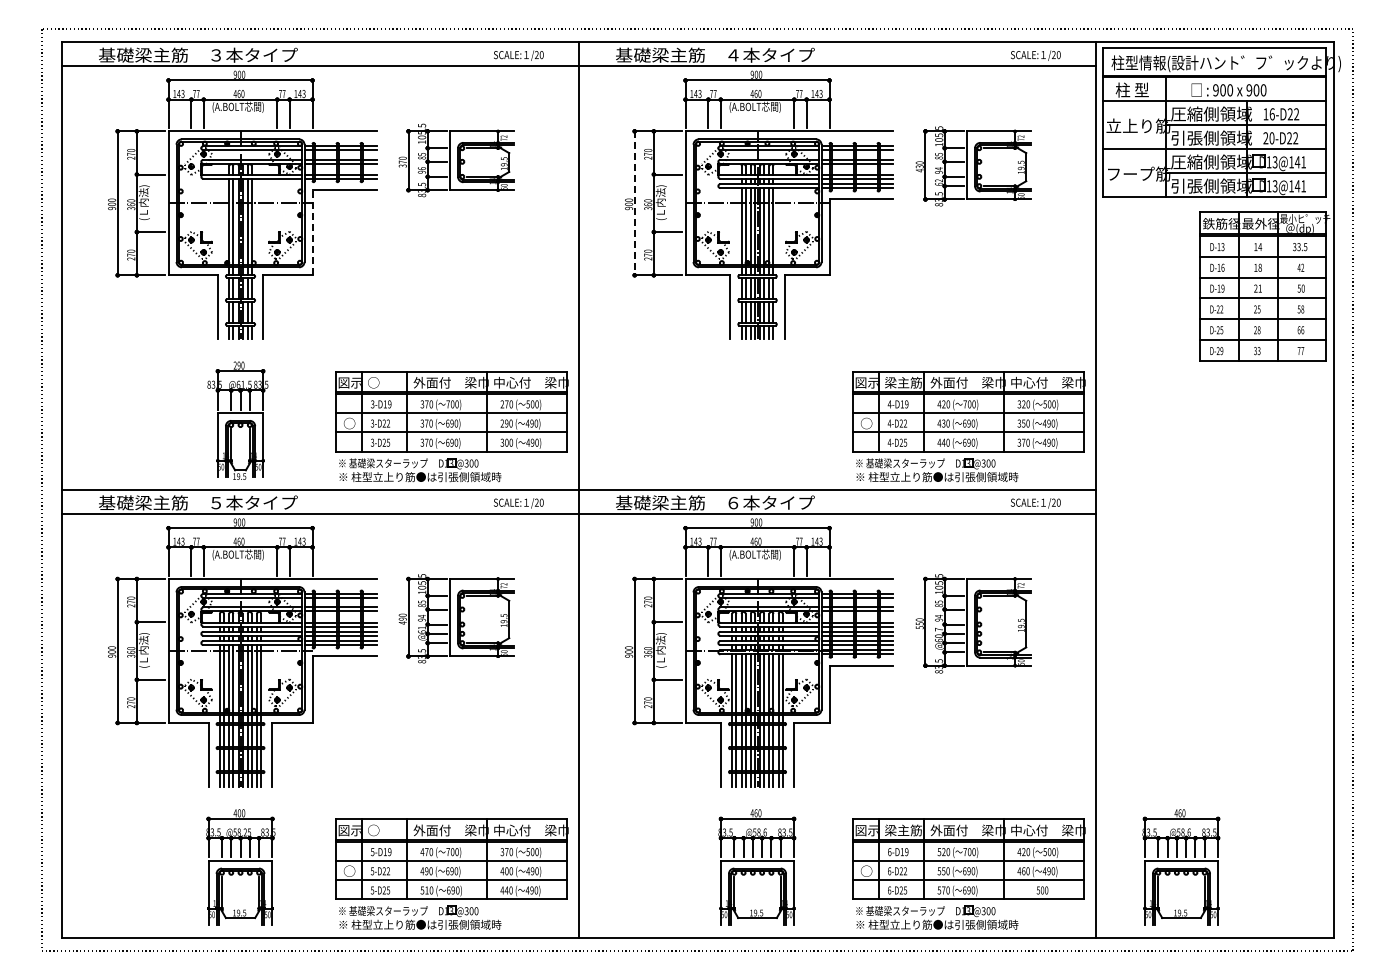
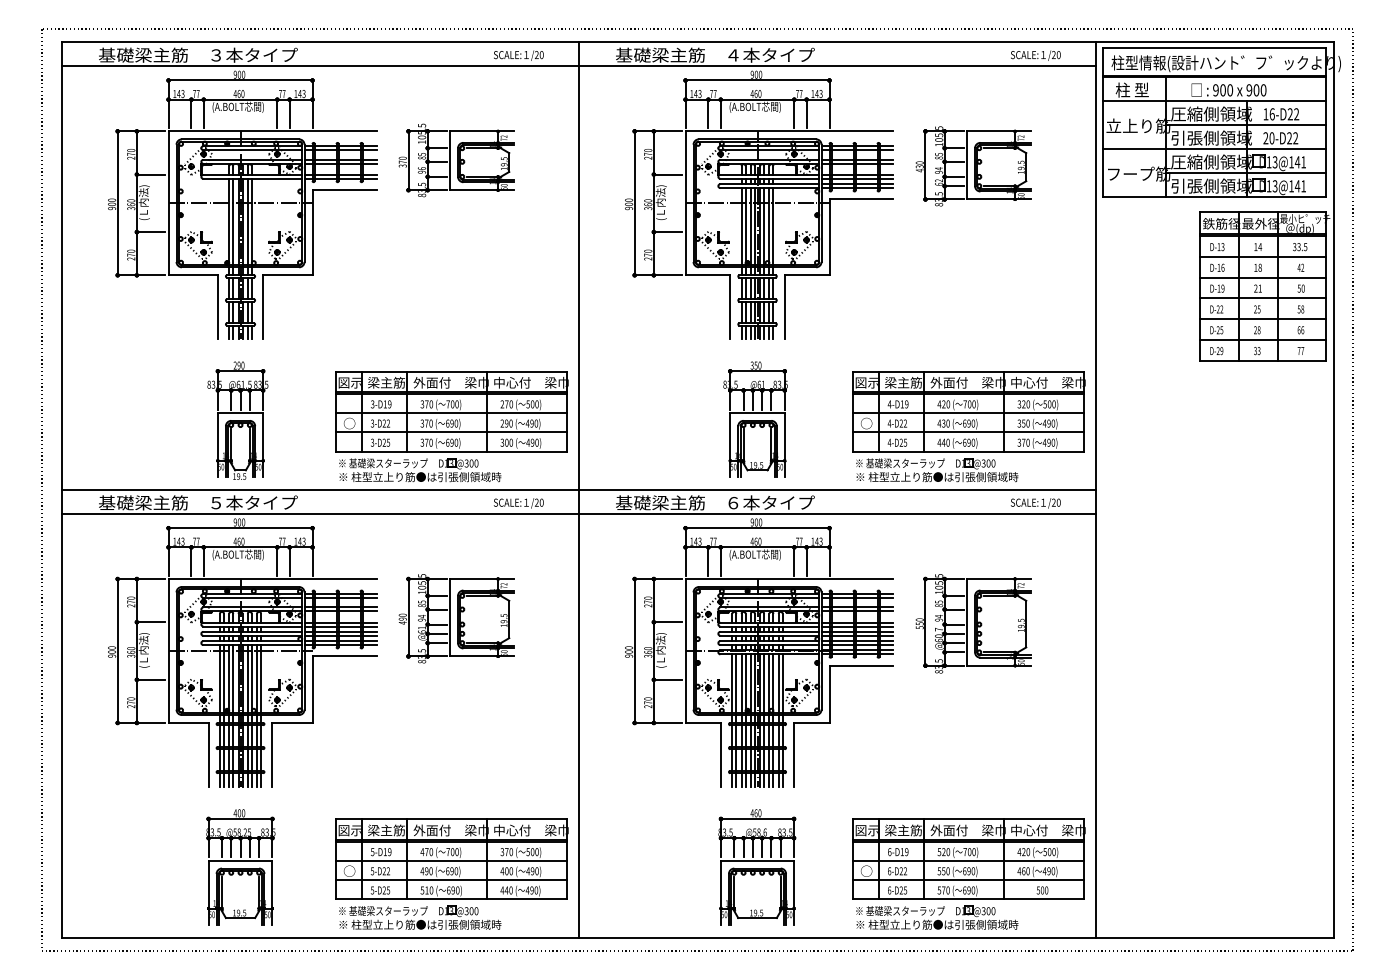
line at (634, 203): dashed -> solid
line at (312, 232): dashed -> solid
text at (386, 382): ○ -> 梁主筋
part at (755, 419): none -> present
text at (386, 830): ○ -> 梁主筋
part at (1181, 867): present -> none
